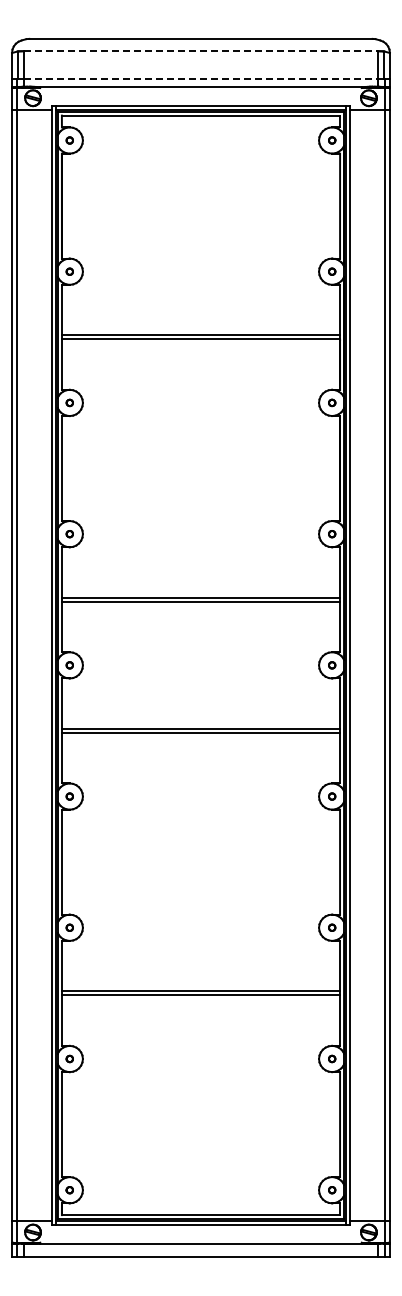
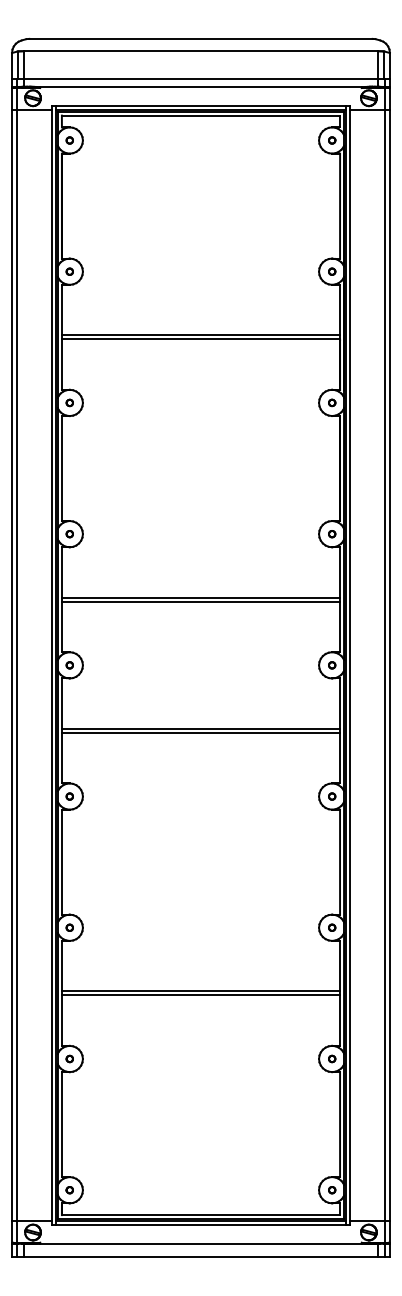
line at (201, 51): dashed -> solid
line at (201, 78): dashed -> solid
